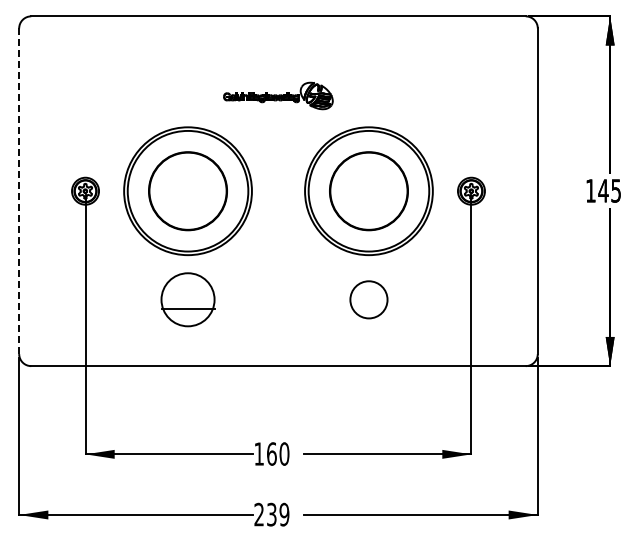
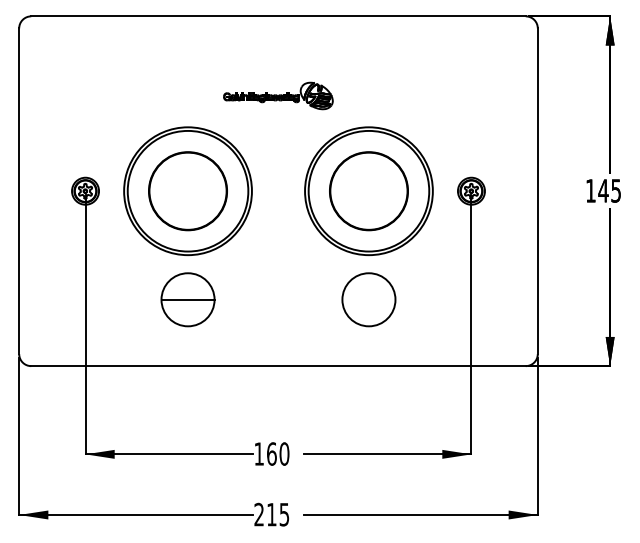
line at (19, 191): dashed -> solid
circle at (368, 299) size: 40x40 px -> 56x56 px
line at (187, 308) position: (187, 308) -> (187, 299)
text at (278, 514): 239 -> 215
